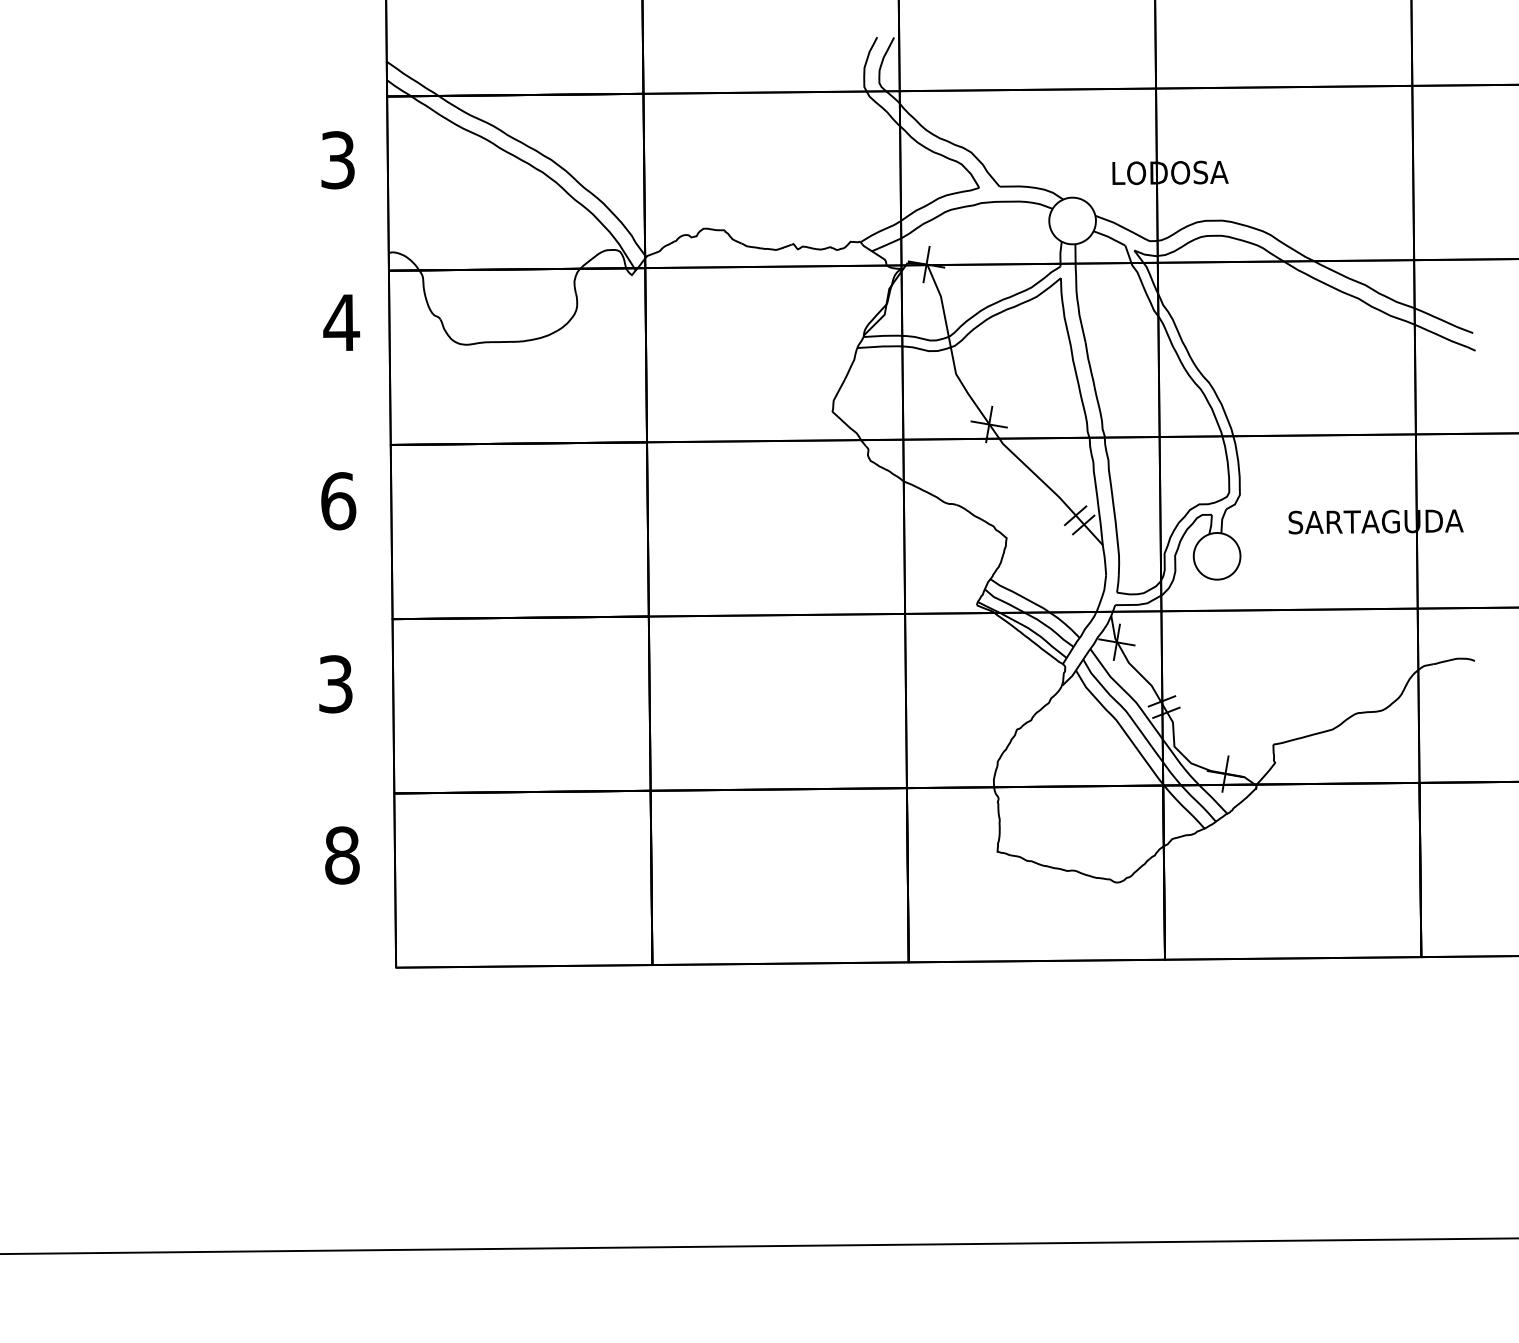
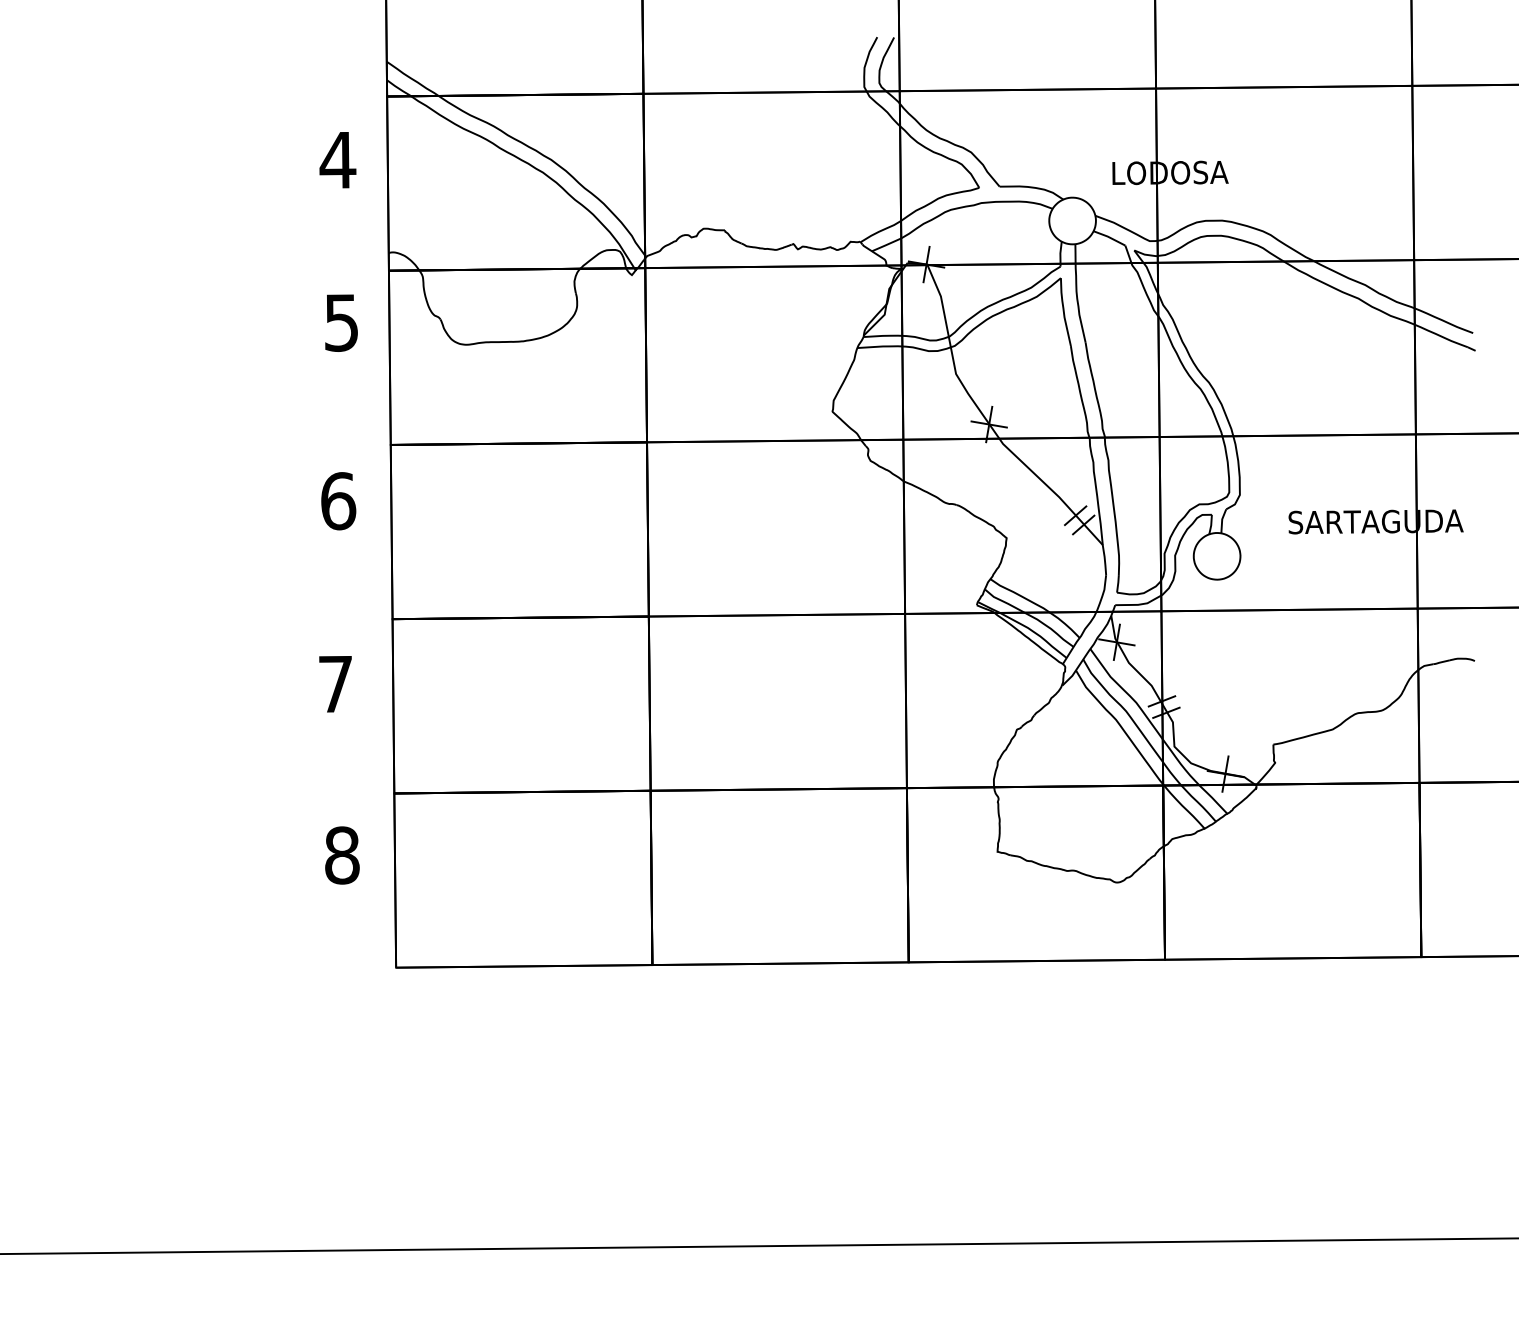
text at (337, 160): 3 -> 4
text at (341, 322): 4 -> 5
text at (335, 684): 3 -> 7
